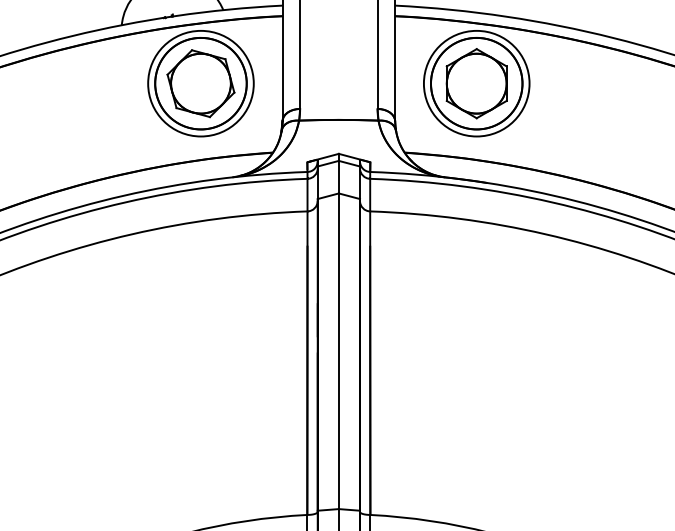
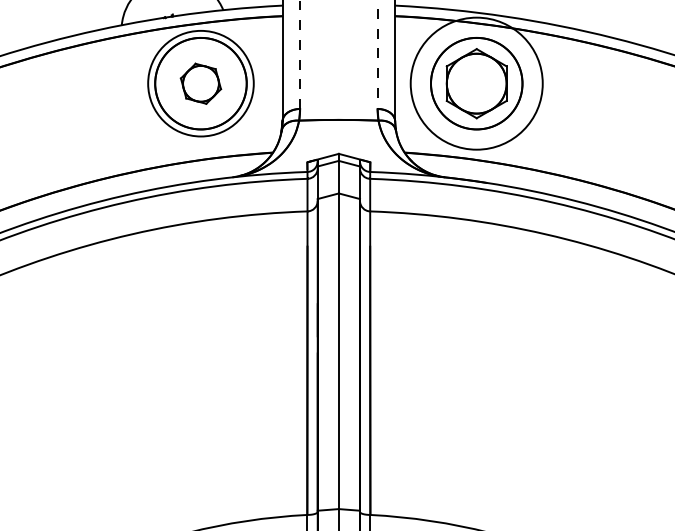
line at (300, 54): solid -> dashed
line at (377, 55): solid -> dashed
part at (200, 83) size: 70x70 px -> 44x43 px
circle at (476, 83) diameter: 106 px -> 132 px
